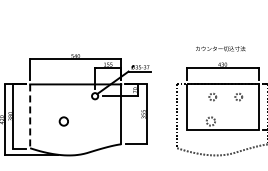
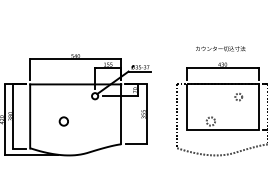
circle at (212, 97): present -> none
line at (30, 116): dashed -> solid
